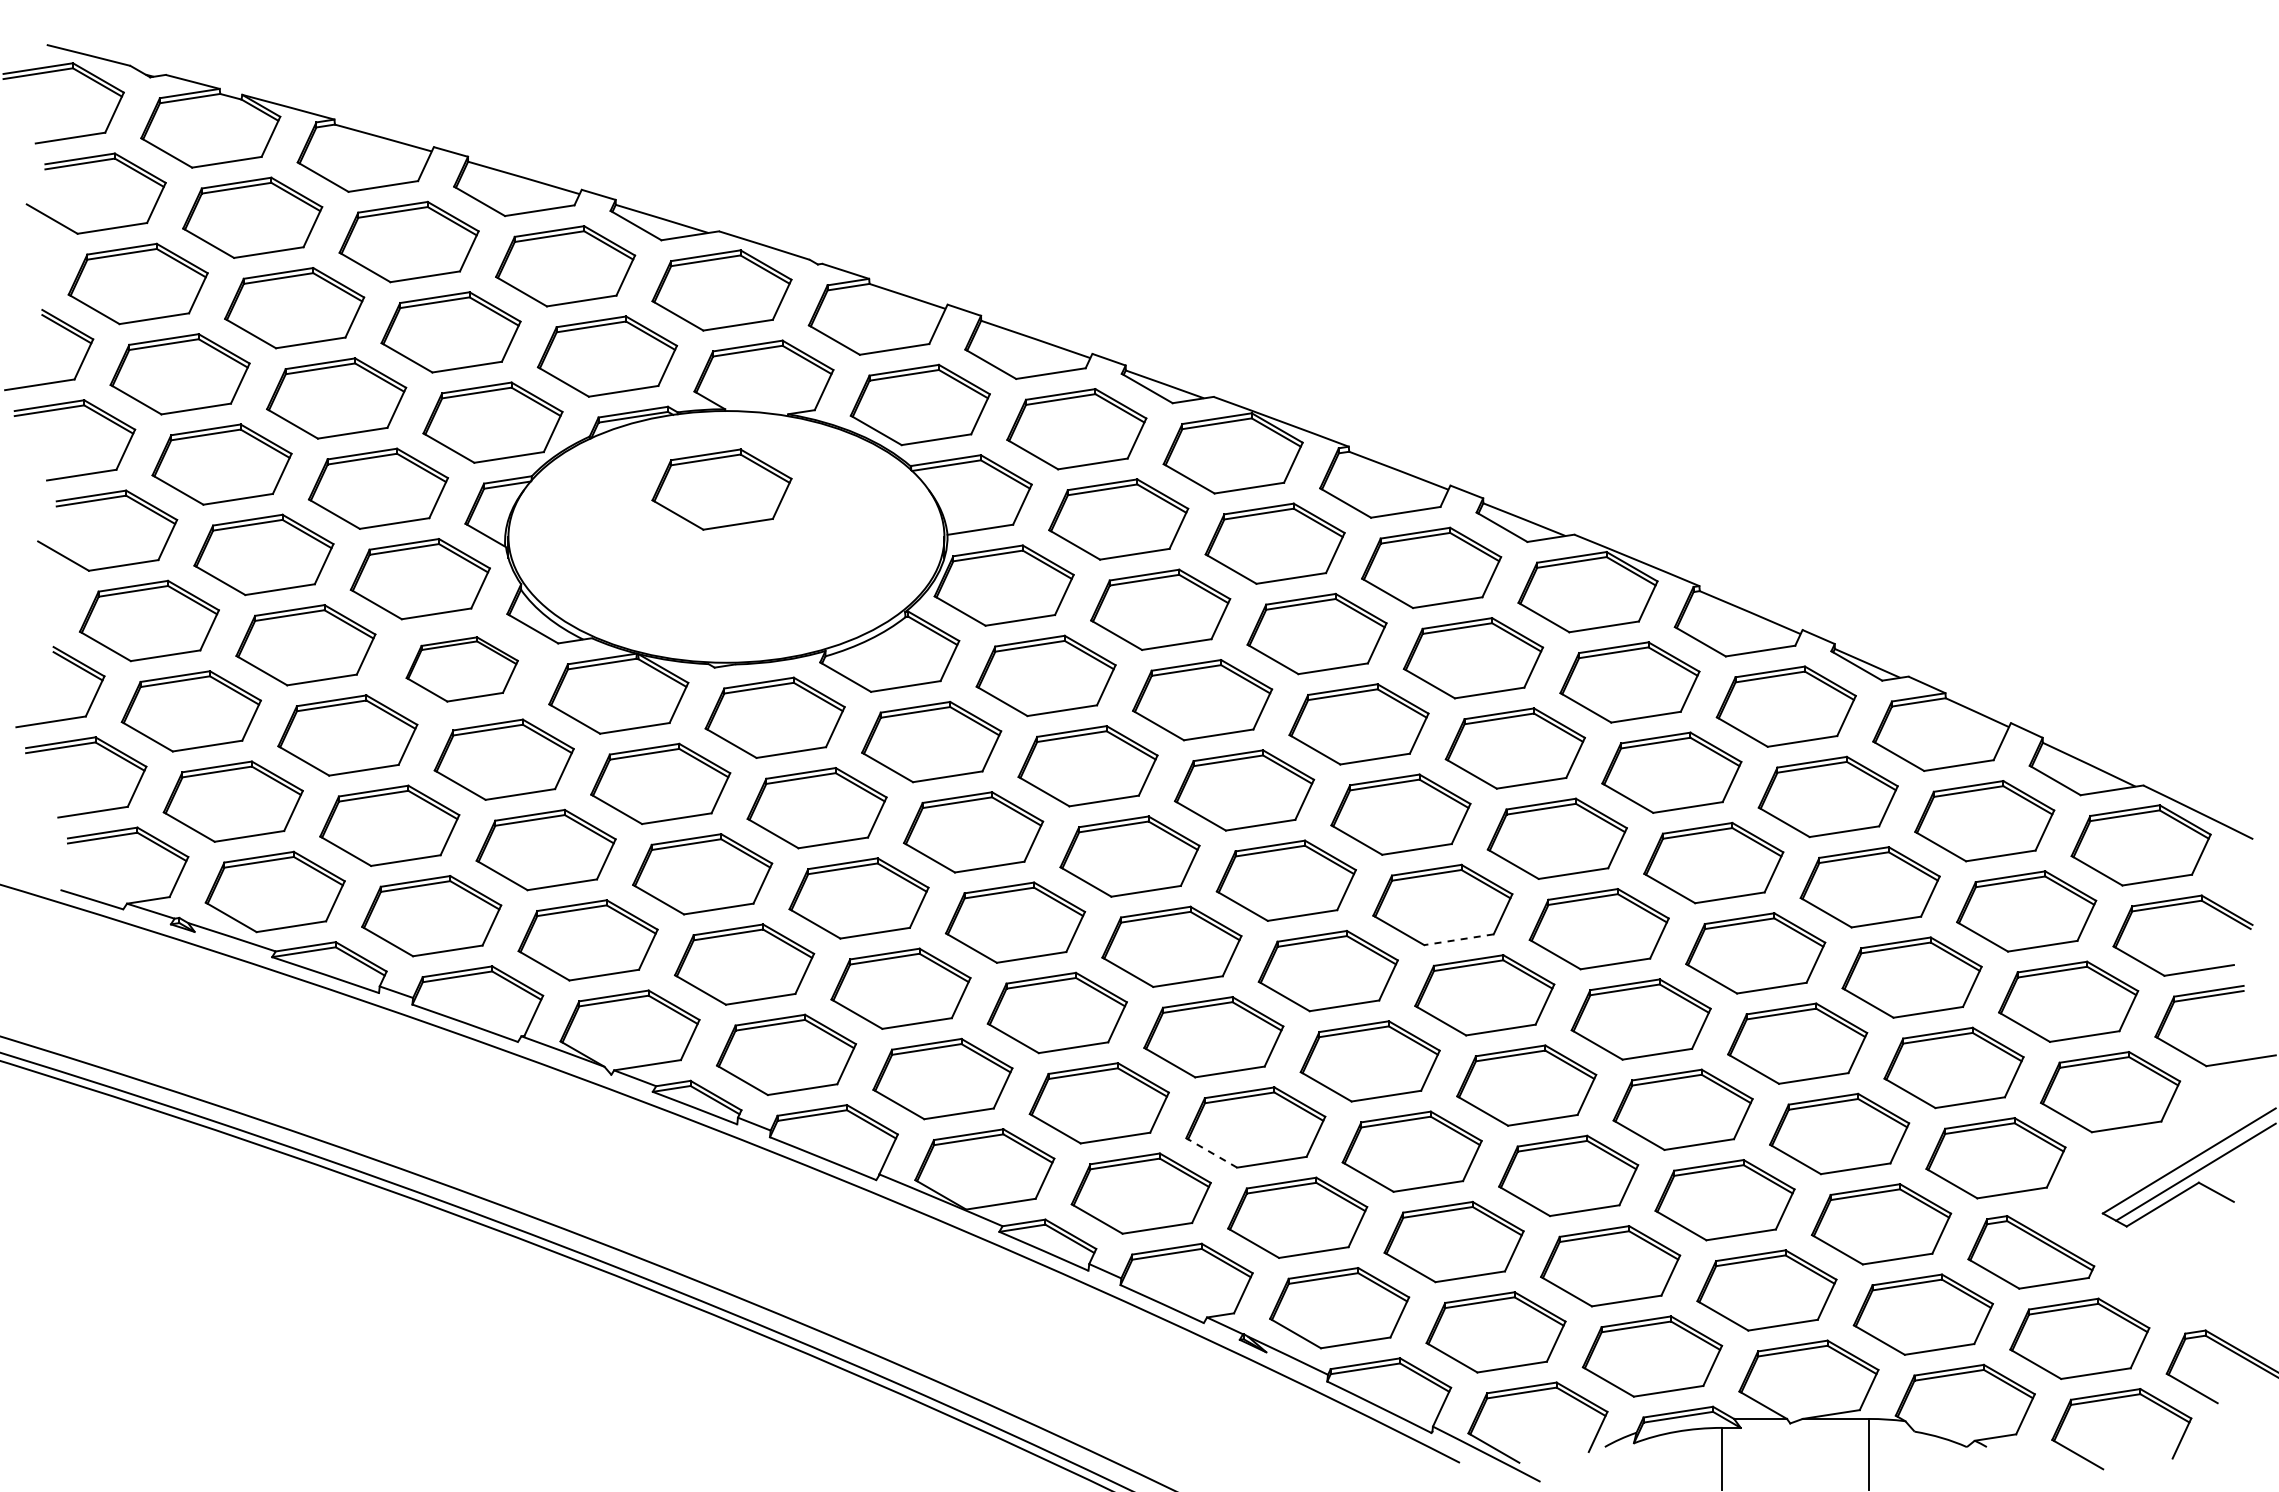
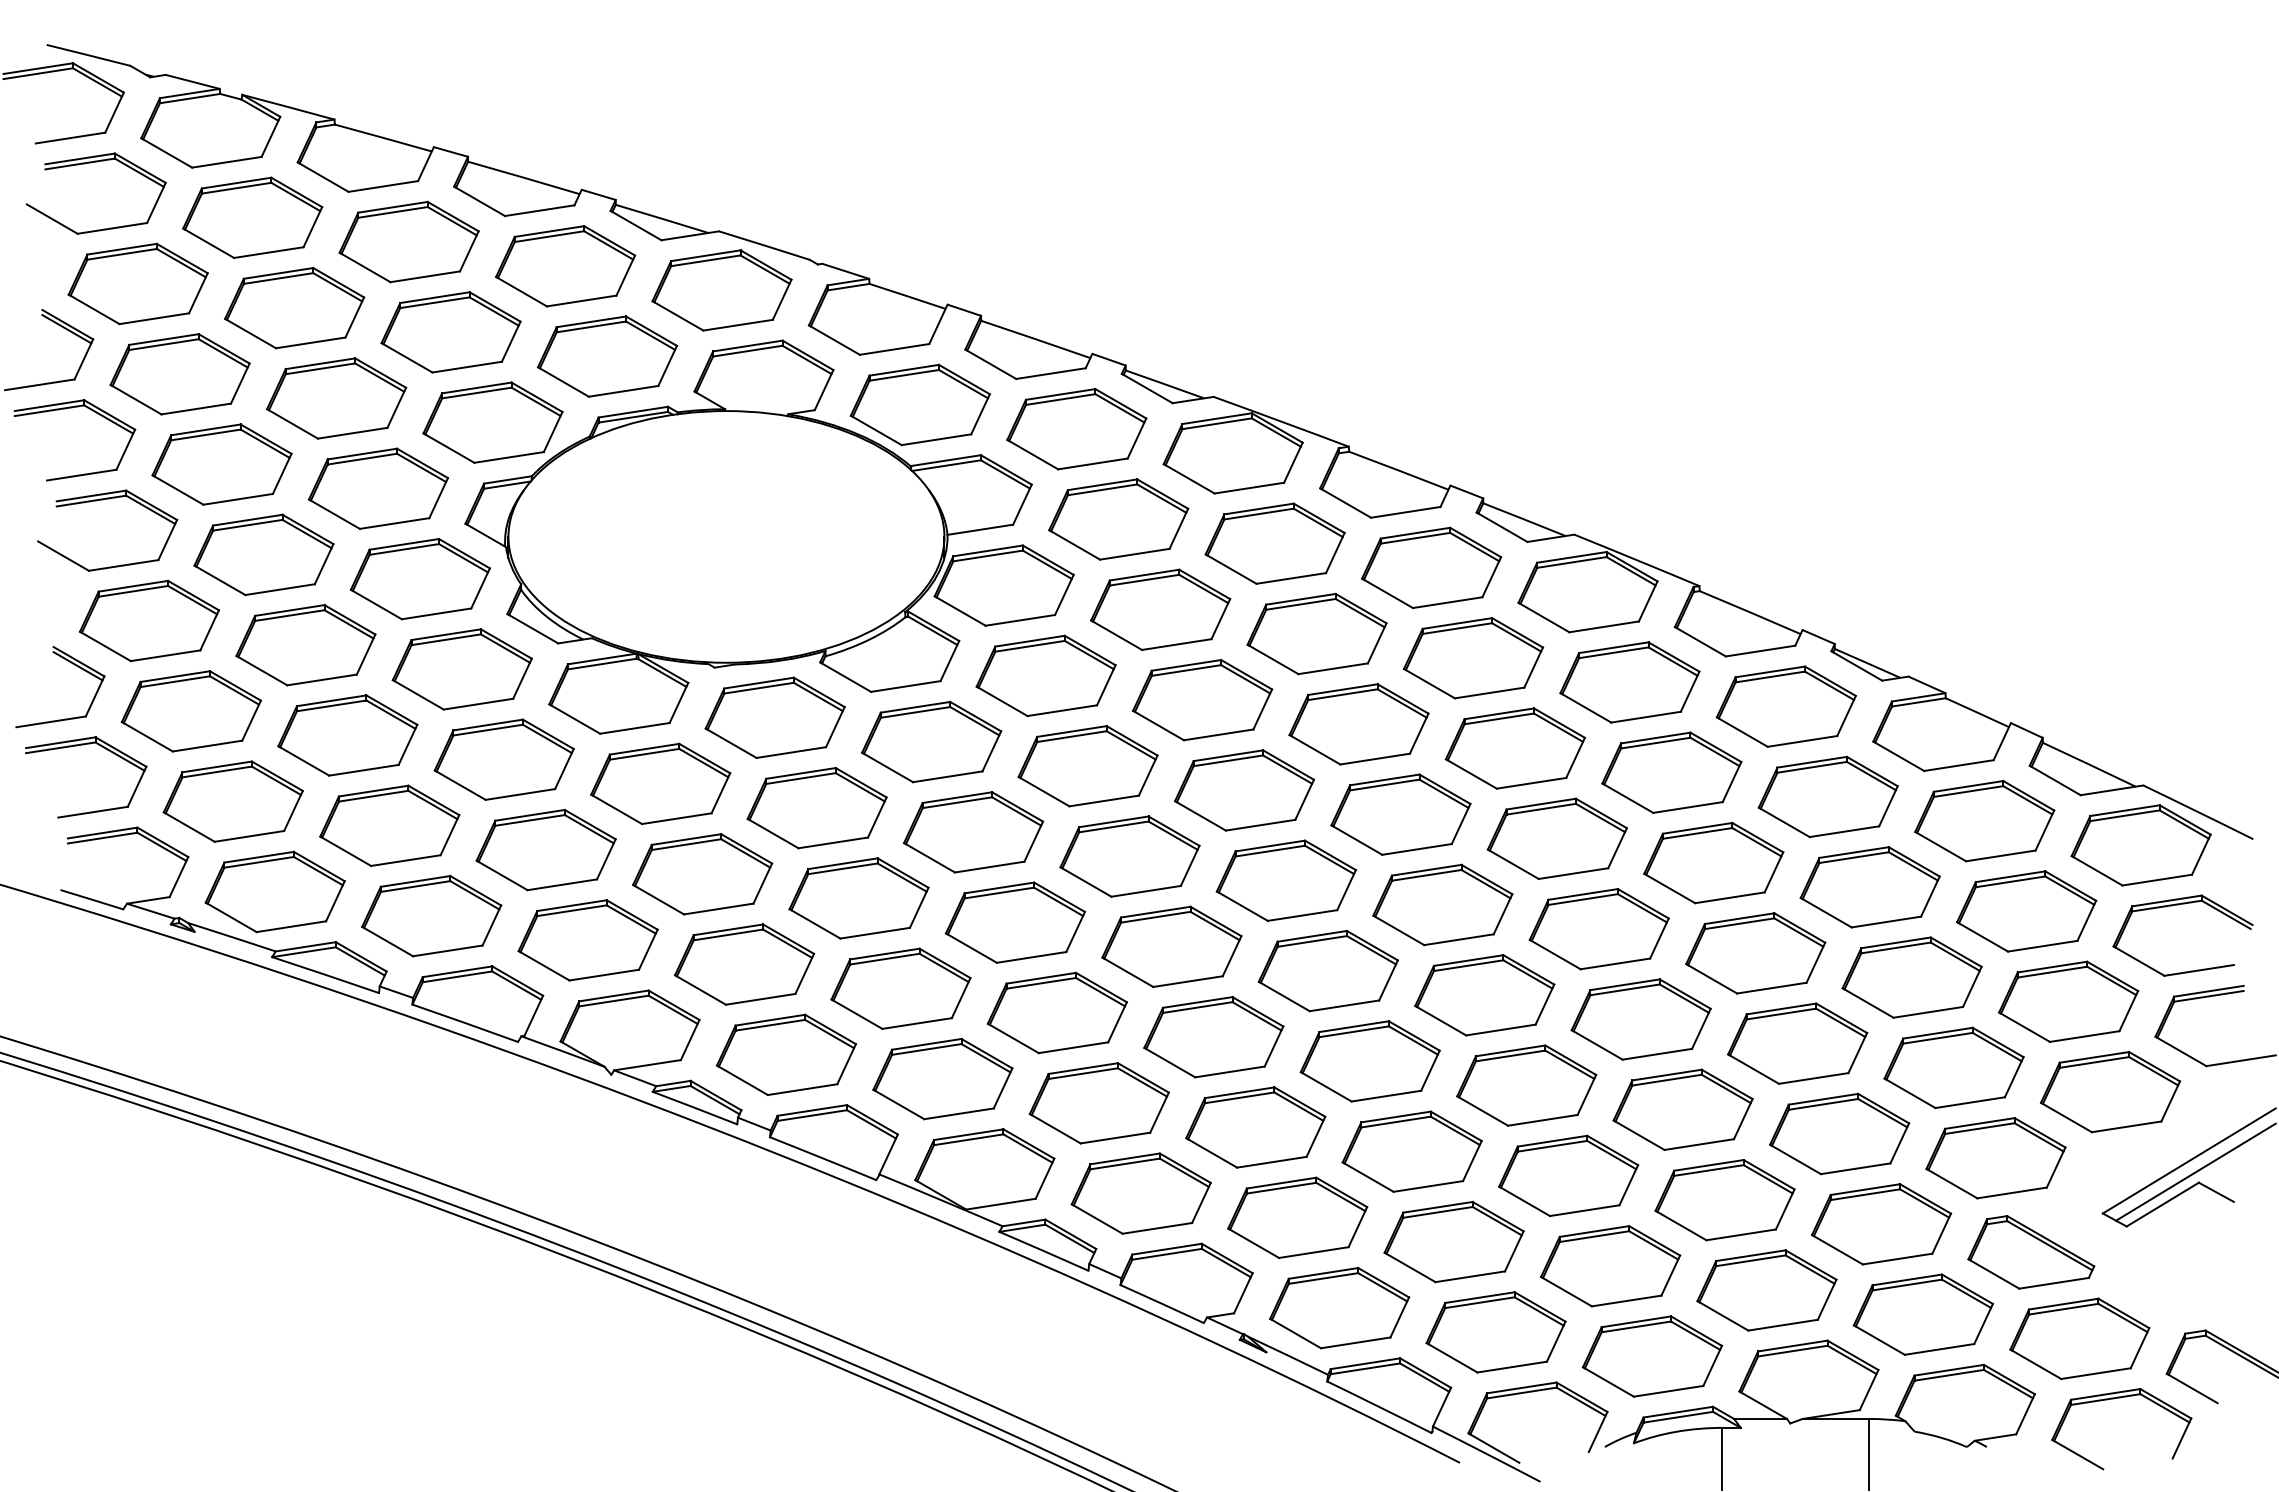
part at (721, 489): present -> none
part at (461, 669) size: 114x67 px -> 142x83 px
line at (1458, 939): dashed -> solid
line at (1211, 1152): dashed -> solid
